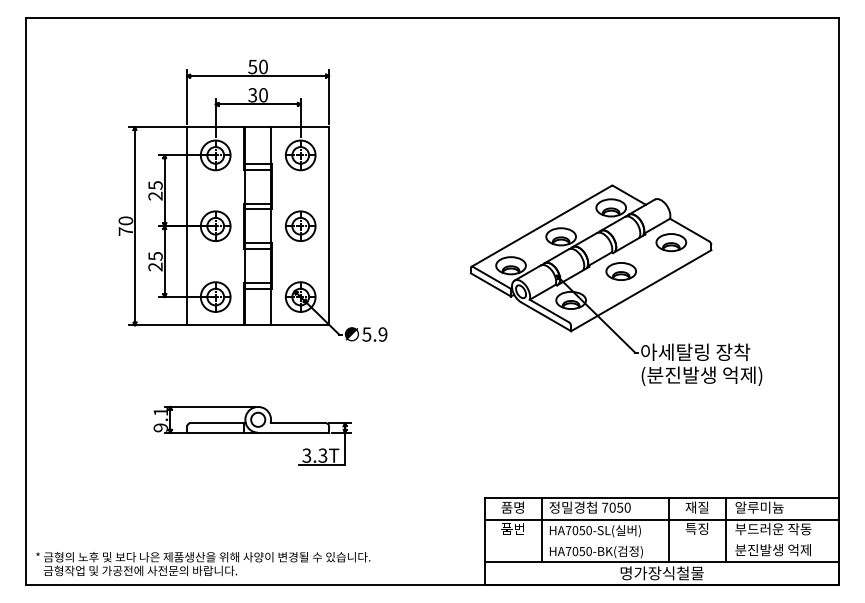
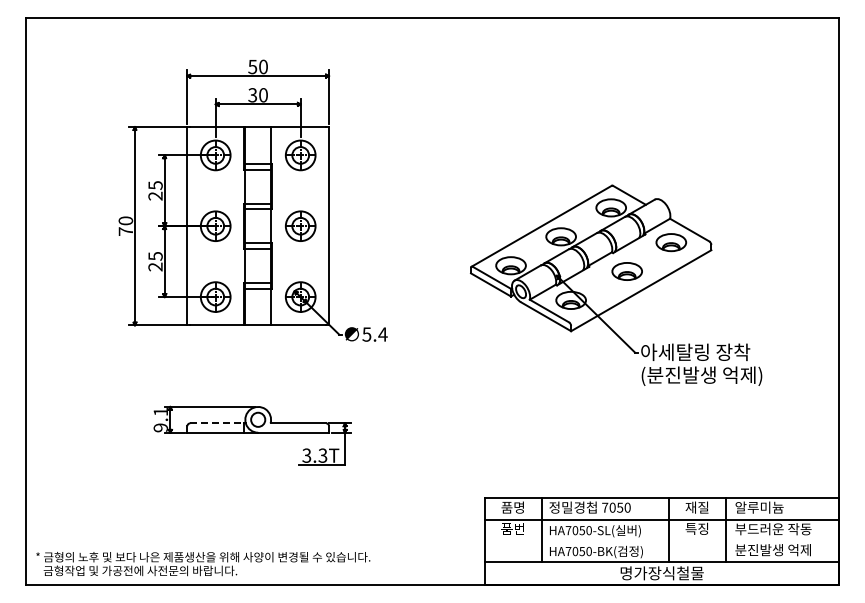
part at (620, 271) position: (620, 271) -> (626, 271)
text at (382, 334): 5.9 -> 5.4
line at (217, 423): solid -> dashed
